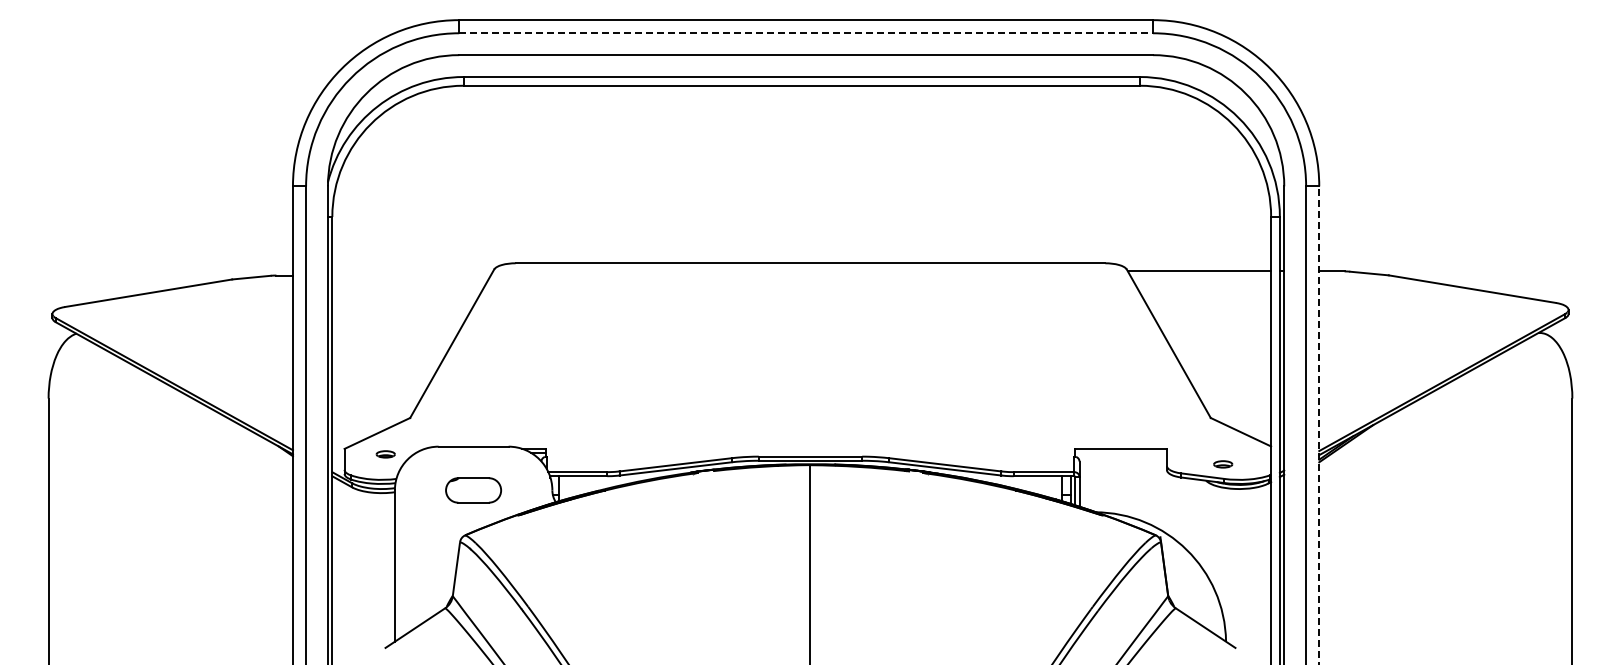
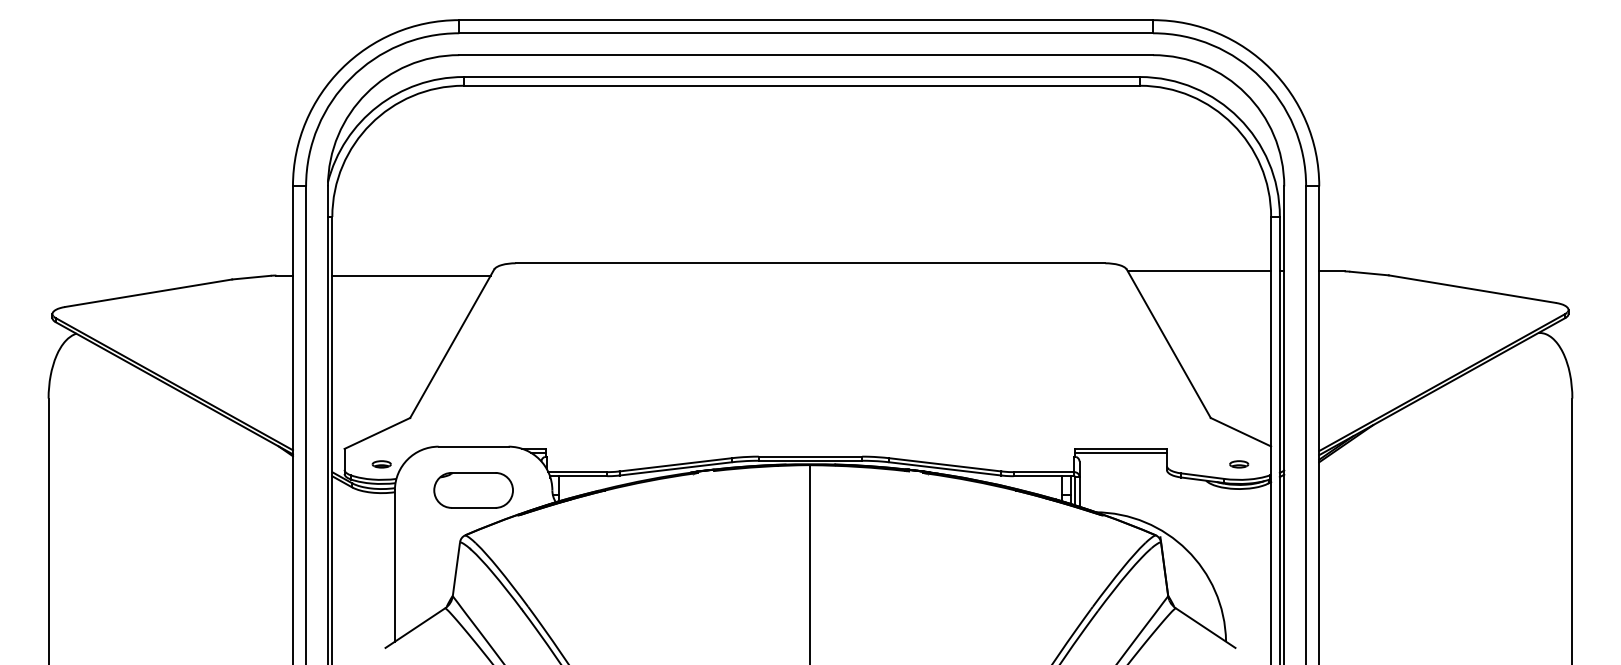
line at (806, 33): dashed -> solid
line at (411, 275): none -> present
line at (1319, 425): dashed -> solid
line at (1121, 453): none -> present
part at (385, 454) position: (385, 454) -> (381, 464)
part at (1223, 464) position: (1223, 464) -> (1239, 464)
part at (473, 490) size: 57x27 px -> 81x37 px
